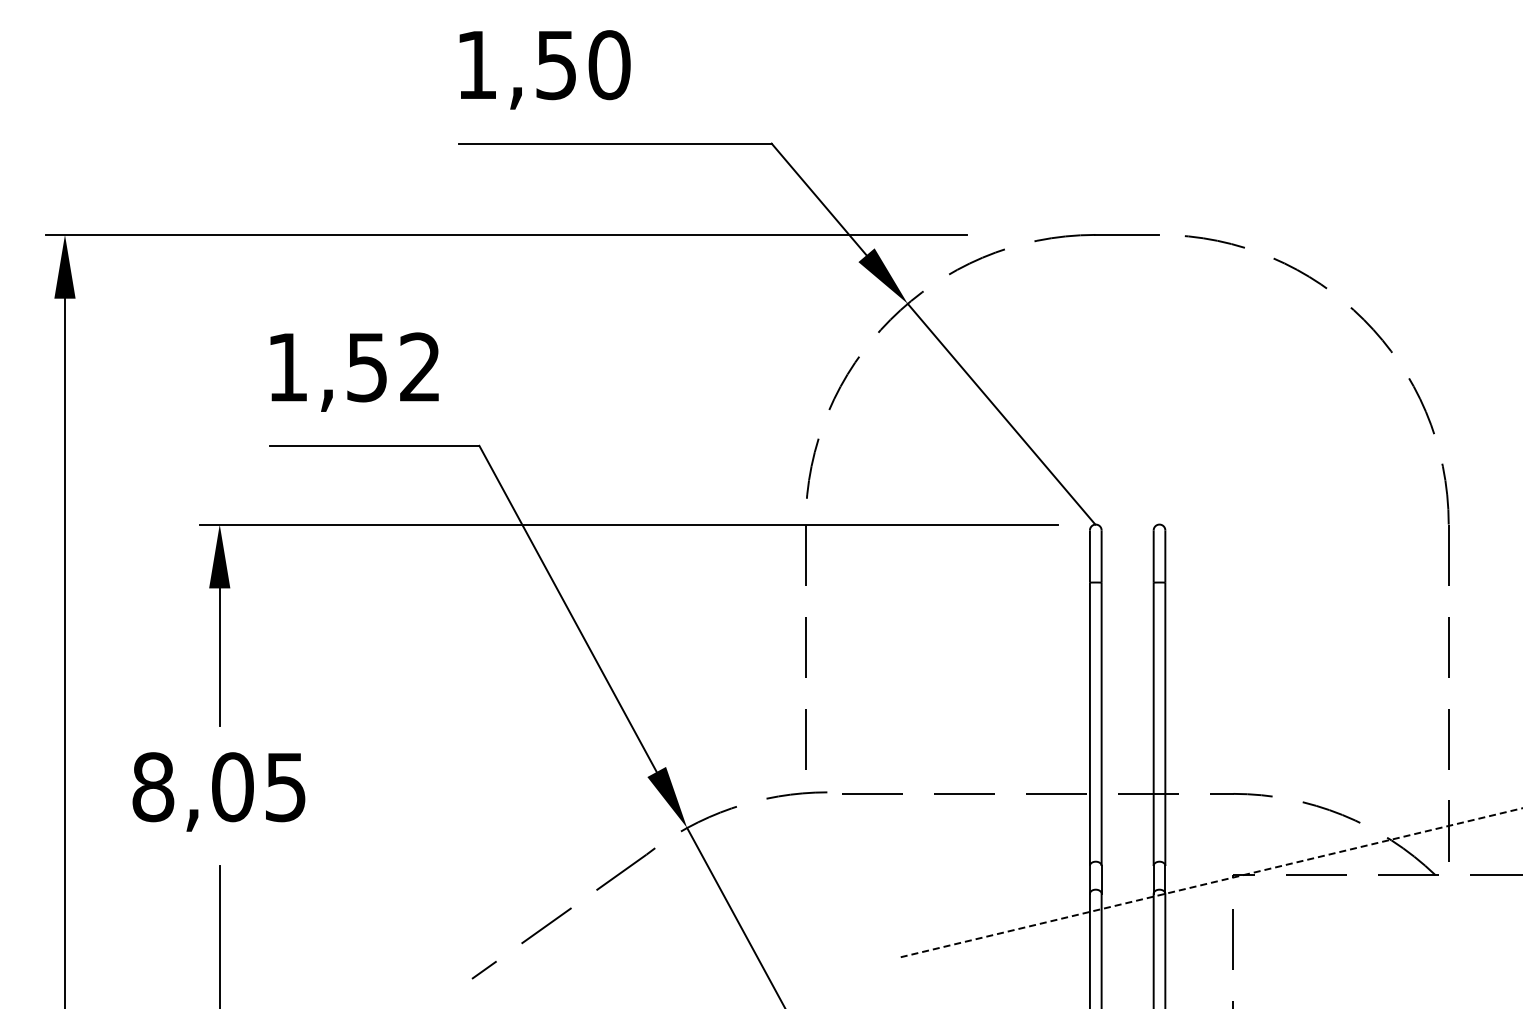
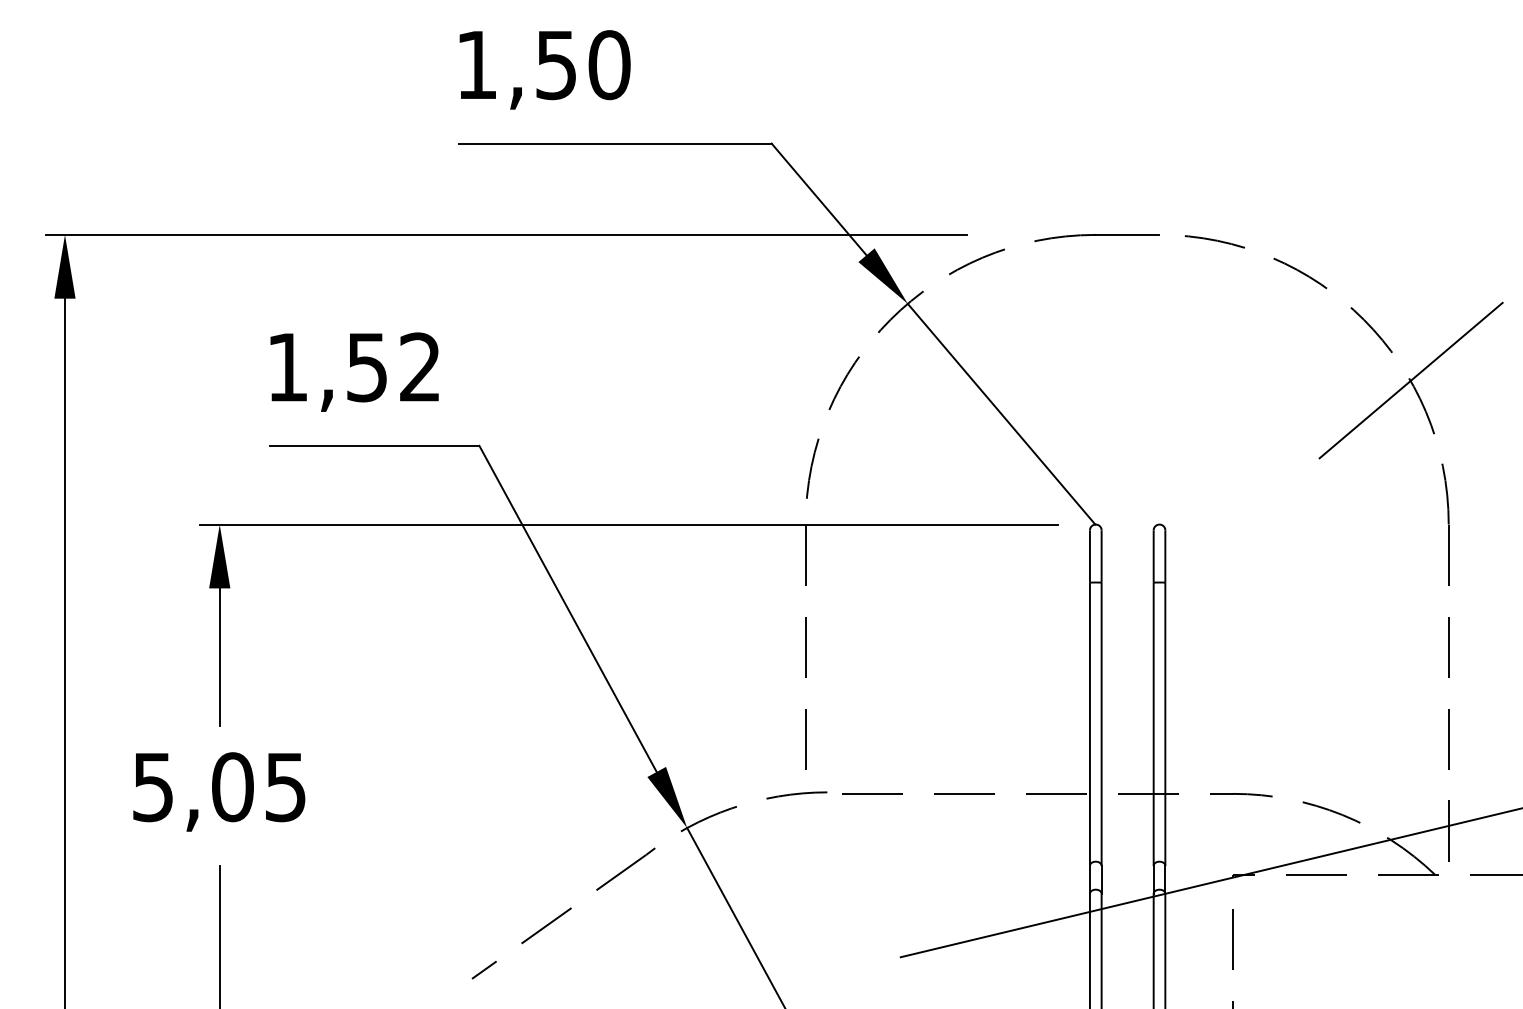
line at (1410, 380): none -> present
text at (153, 787): 8,05 -> 5,05
line at (1211, 882): dashed -> solid
